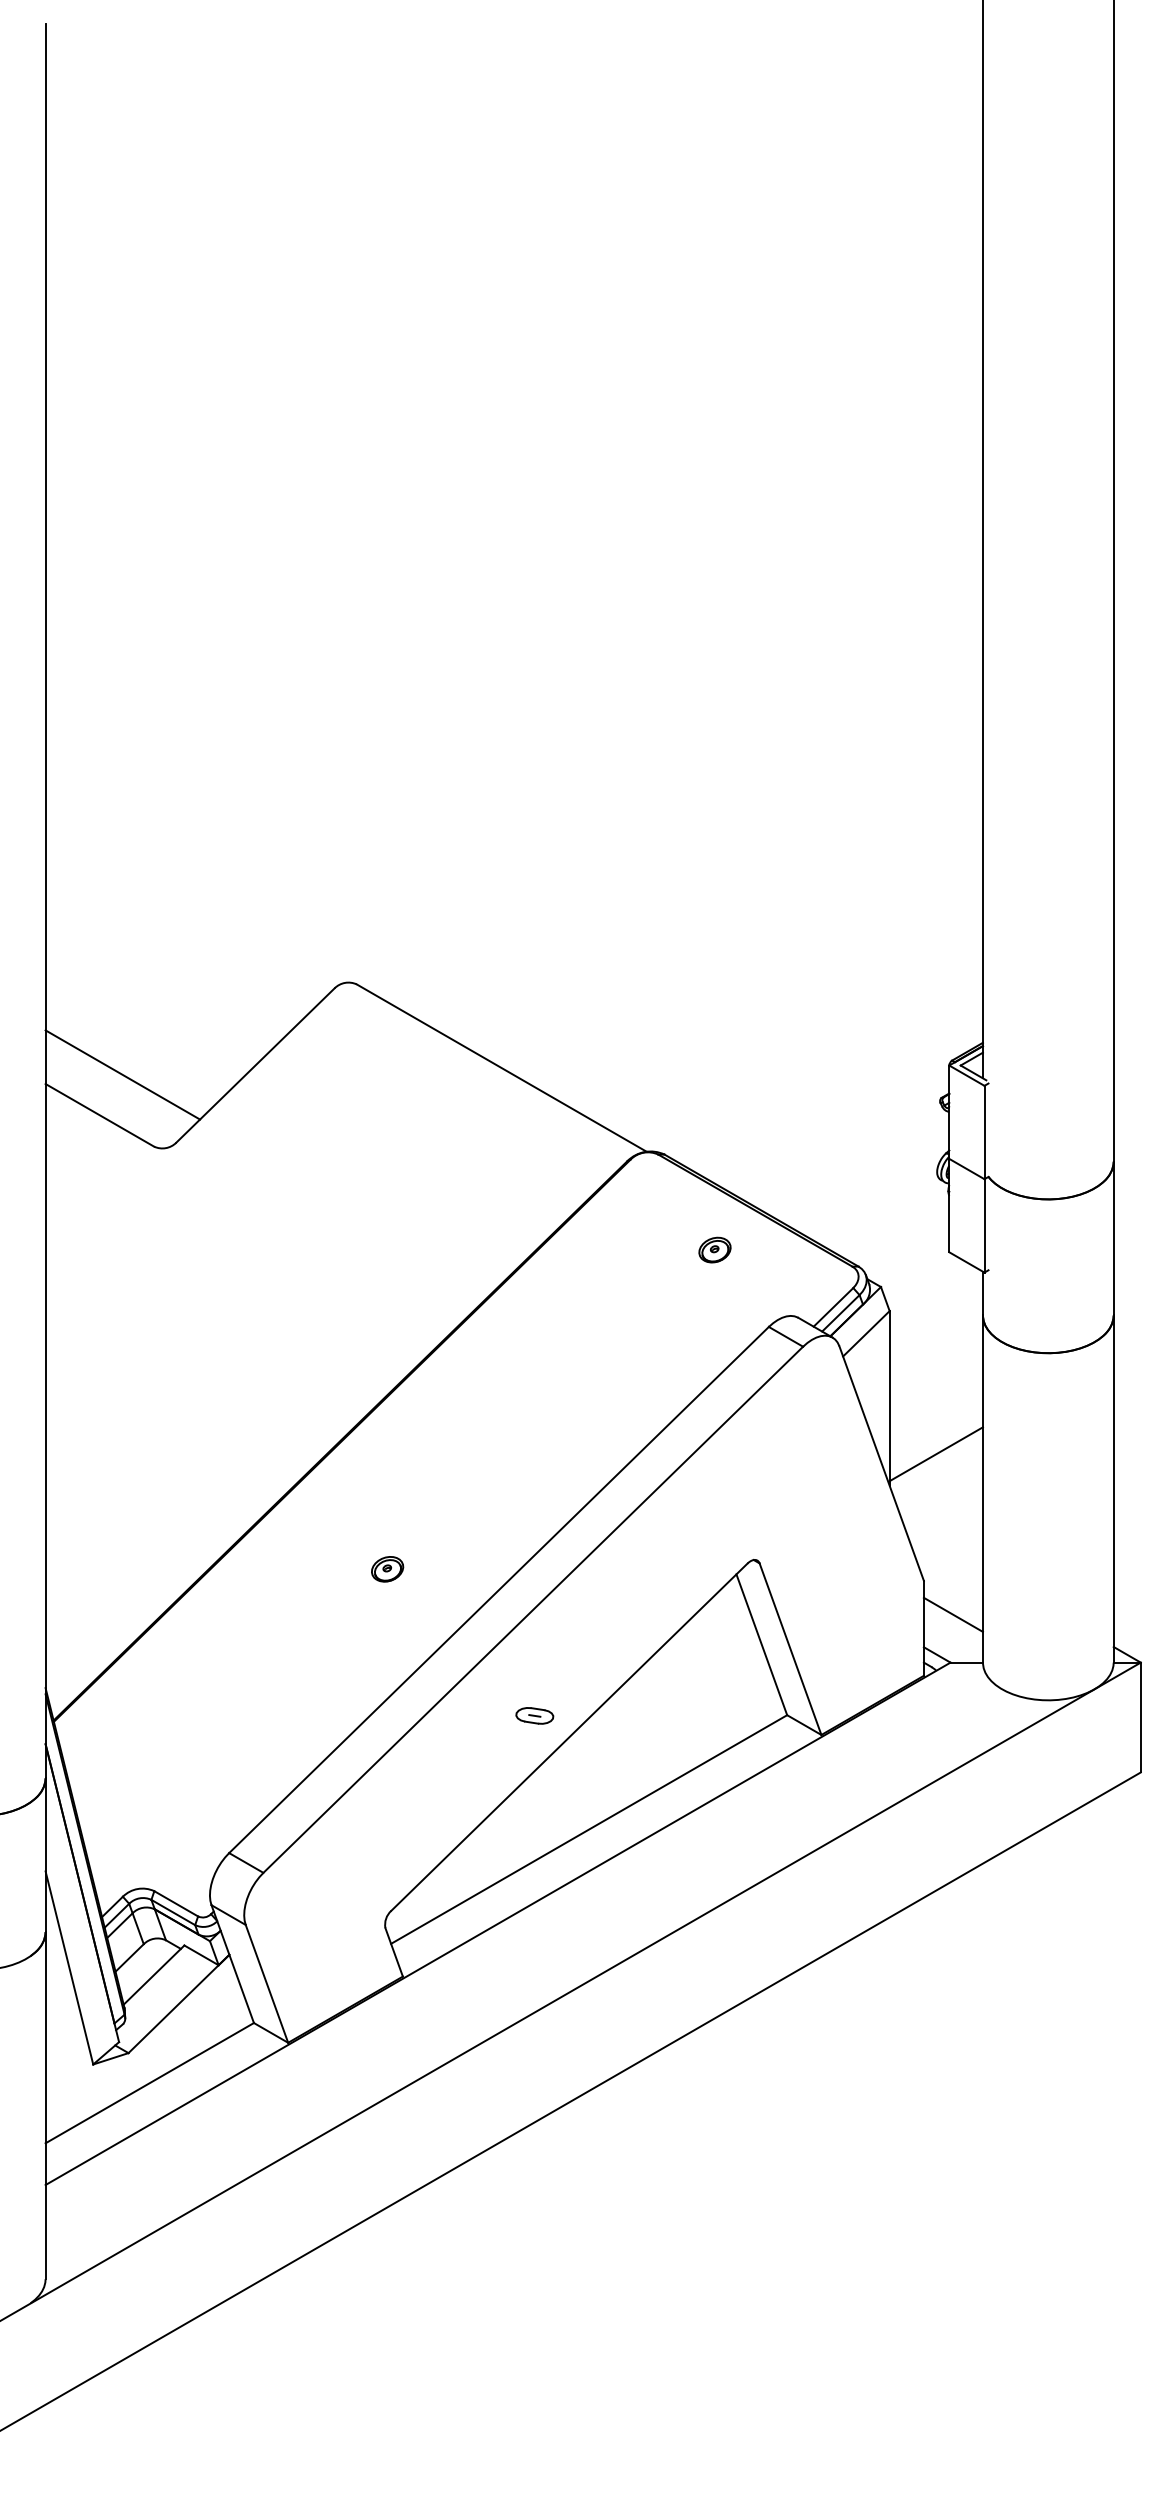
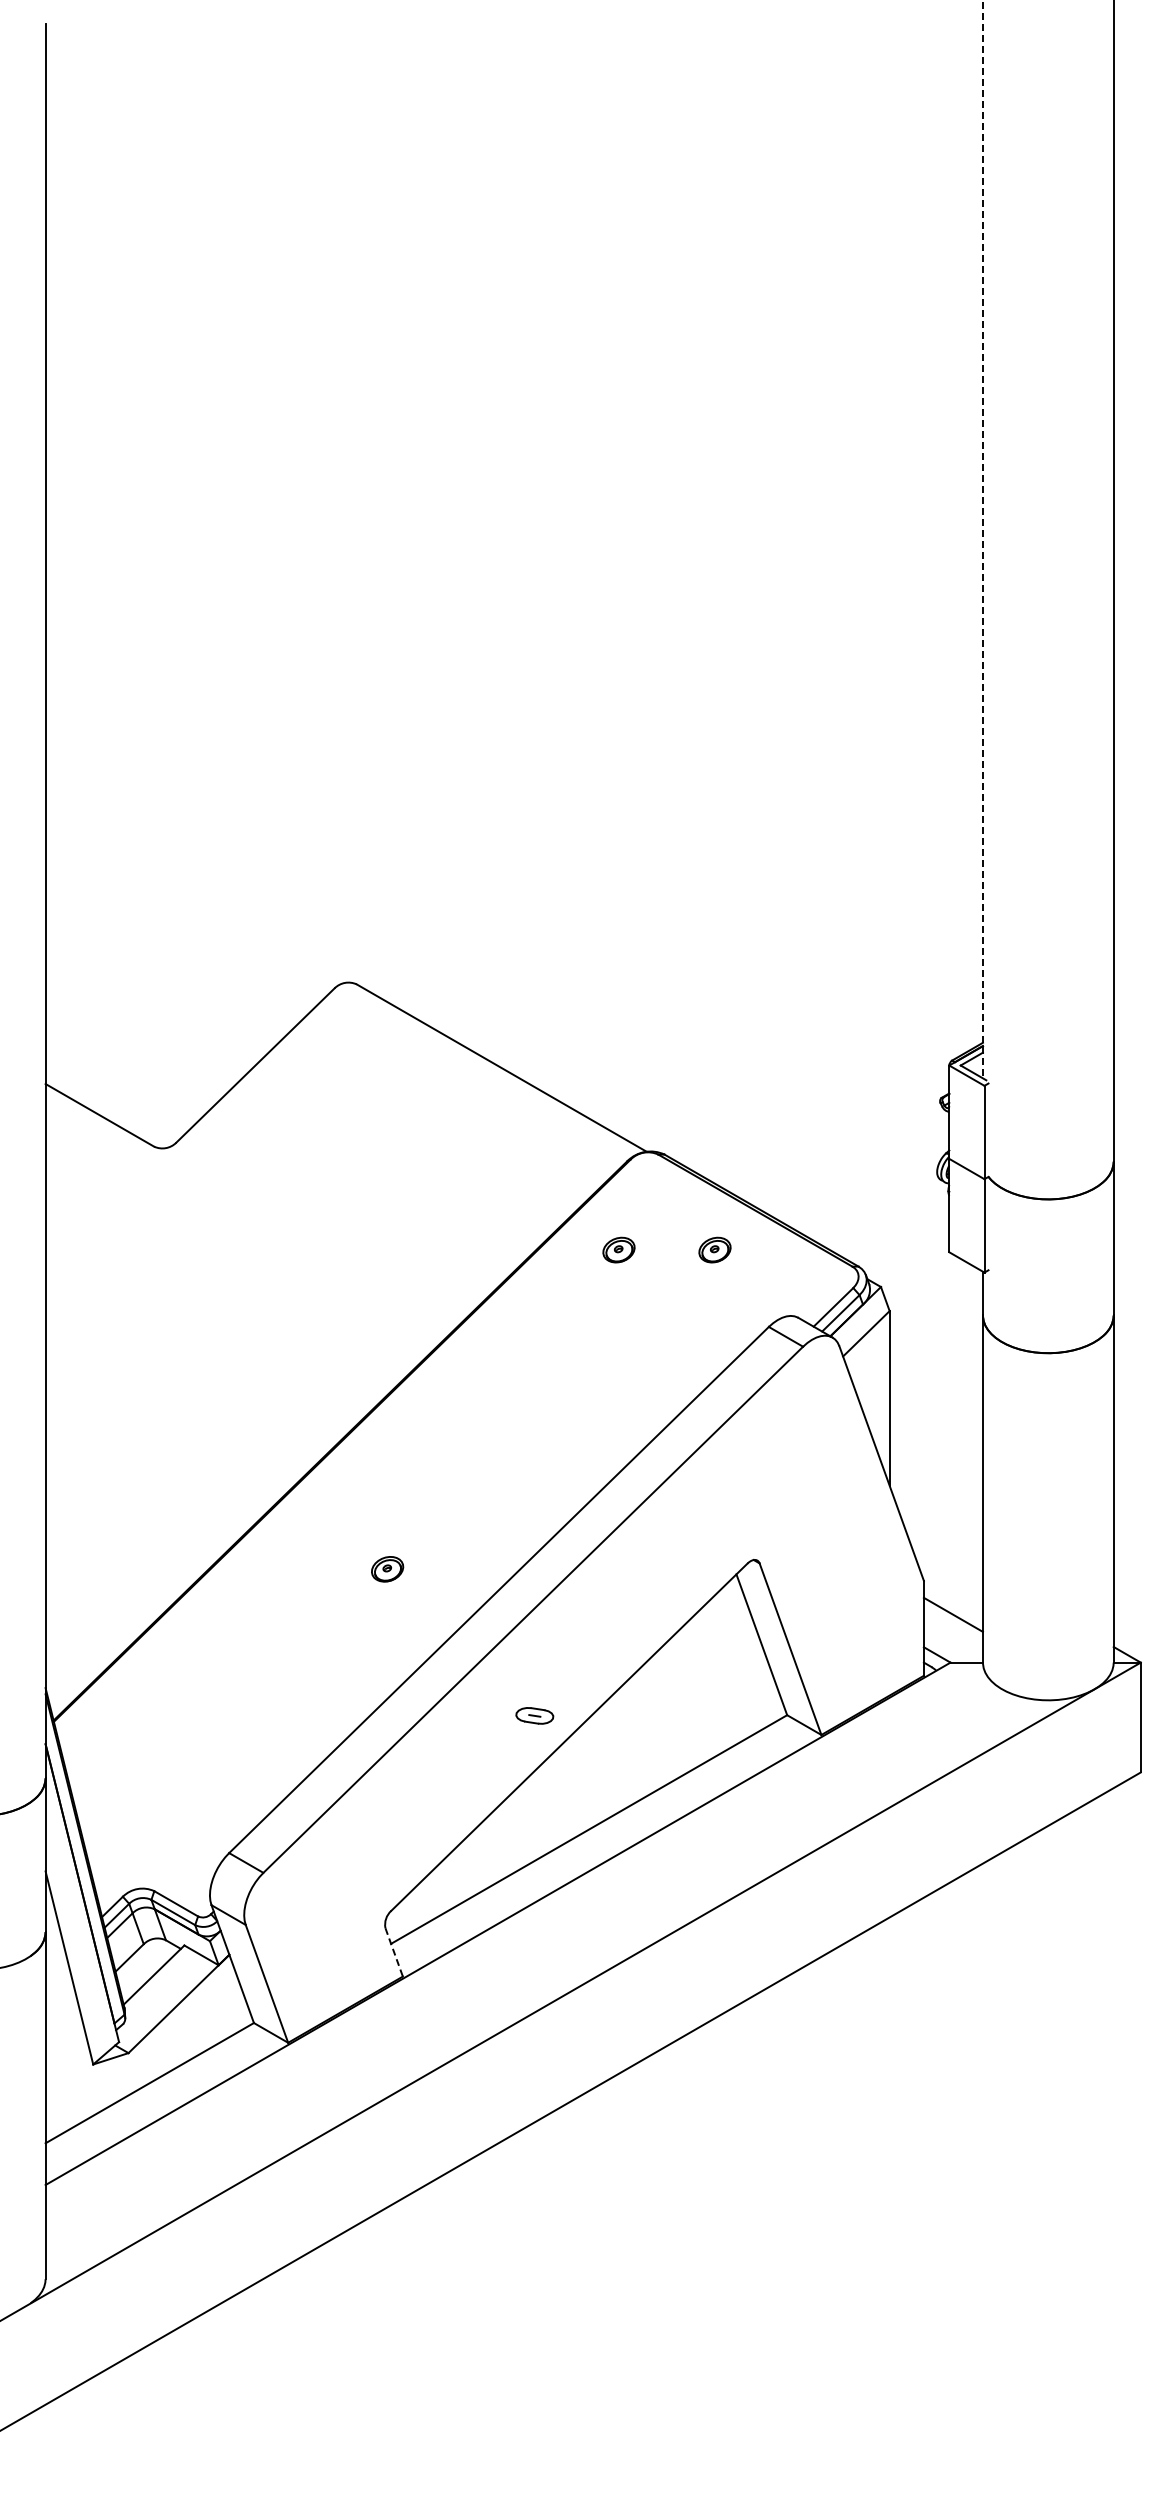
line at (982, 539): solid -> dashed
line at (122, 1074): present -> none
part at (618, 1249): none -> present
line at (935, 1454): present -> none
line at (394, 1952): solid -> dashed
